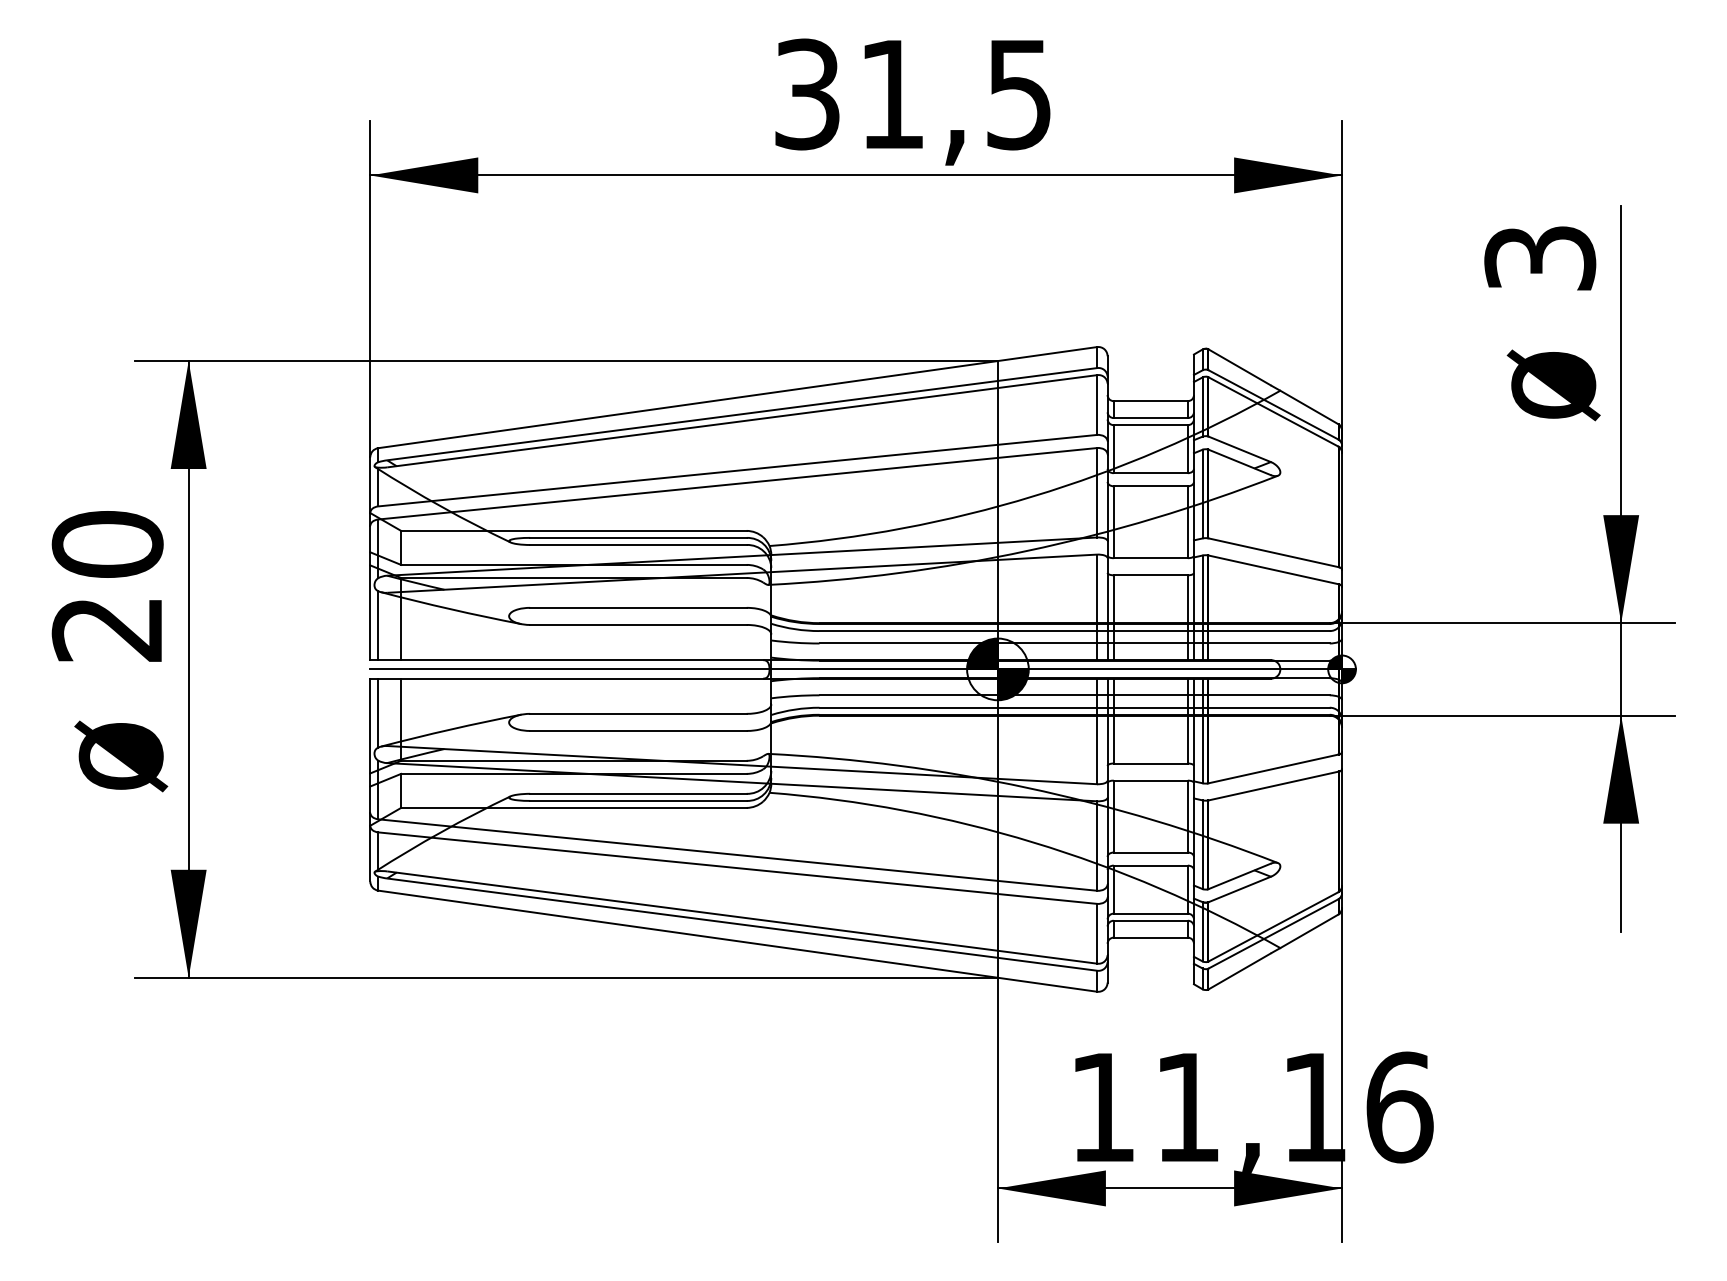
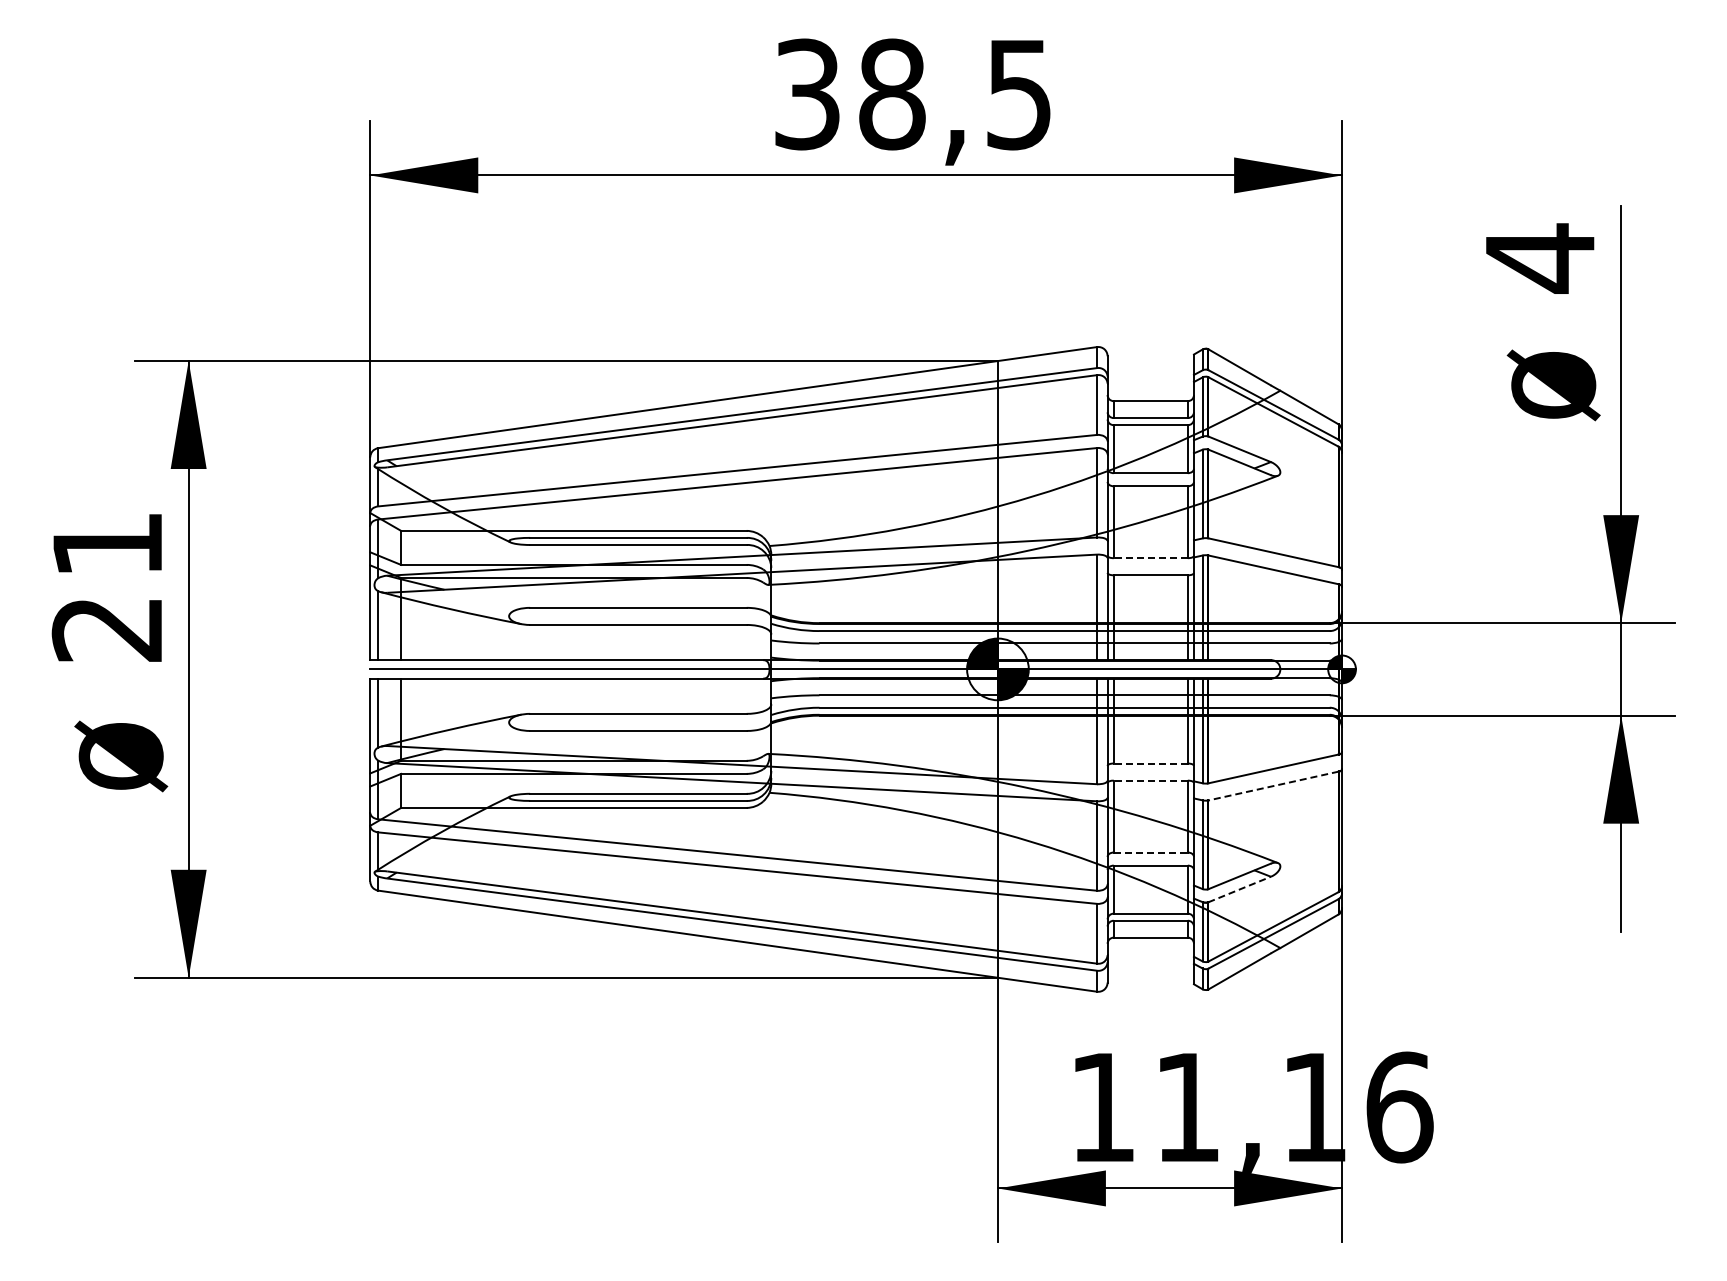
text at (892, 94): 31,5 -> 38,5
text at (1540, 258): 3 -> 4
text at (107, 544): 20 -> 21
line at (1150, 558): solid -> dashed
line at (1150, 763): solid -> dashed
line at (1150, 780): solid -> dashed
line at (1273, 786): solid -> dashed
line at (1151, 852): solid -> dashed
line at (1239, 889): solid -> dashed
